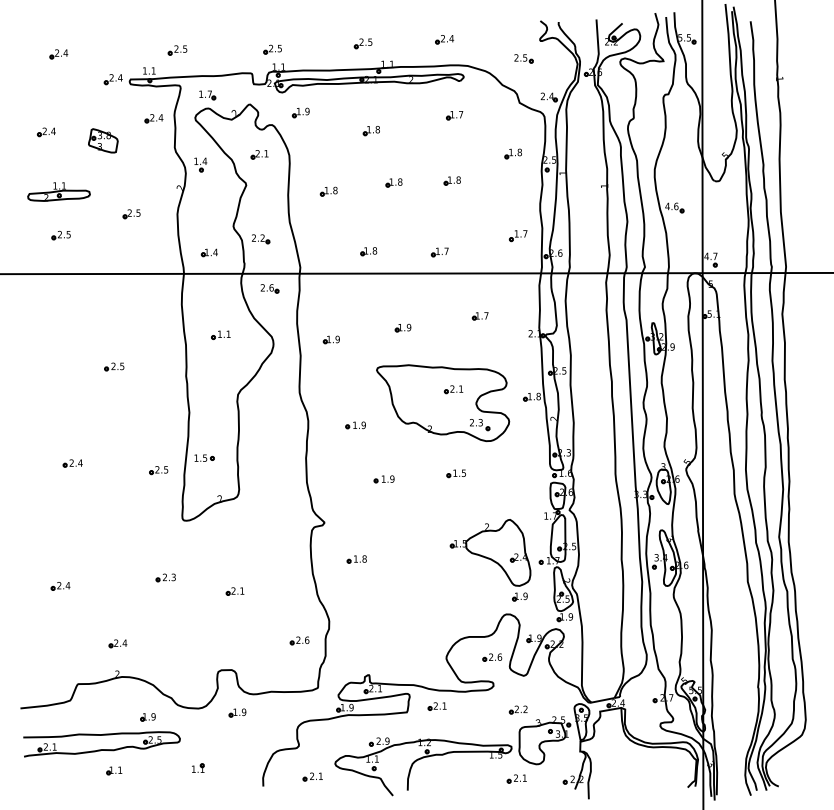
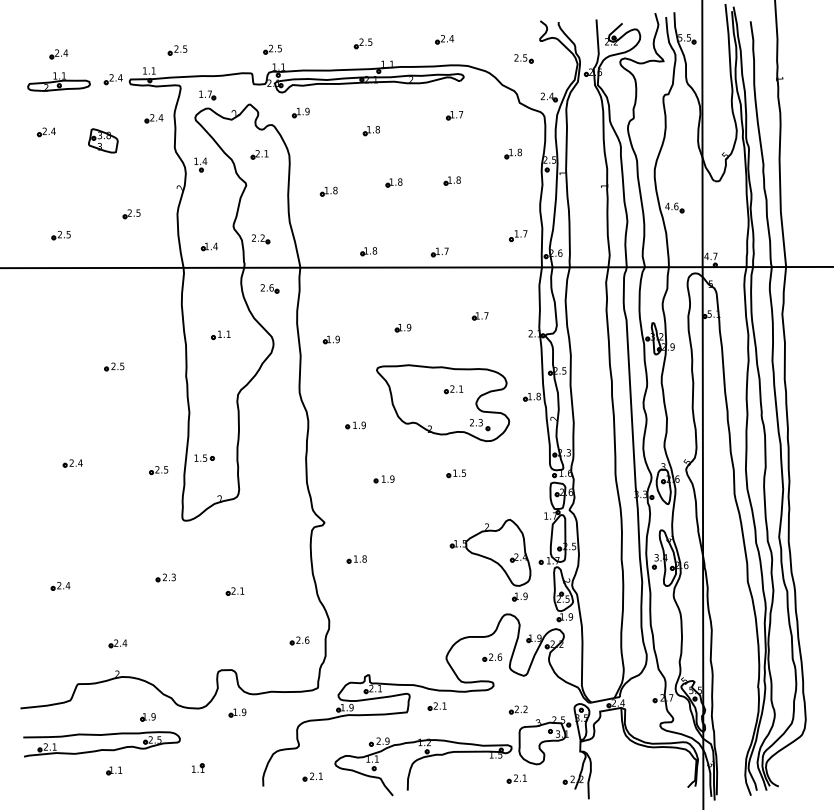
part at (58, 191) position: (58, 191) -> (58, 81)
part at (208, 252) position: (208, 252) -> (208, 246)
line at (416, 273) position: (416, 273) -> (416, 267)
